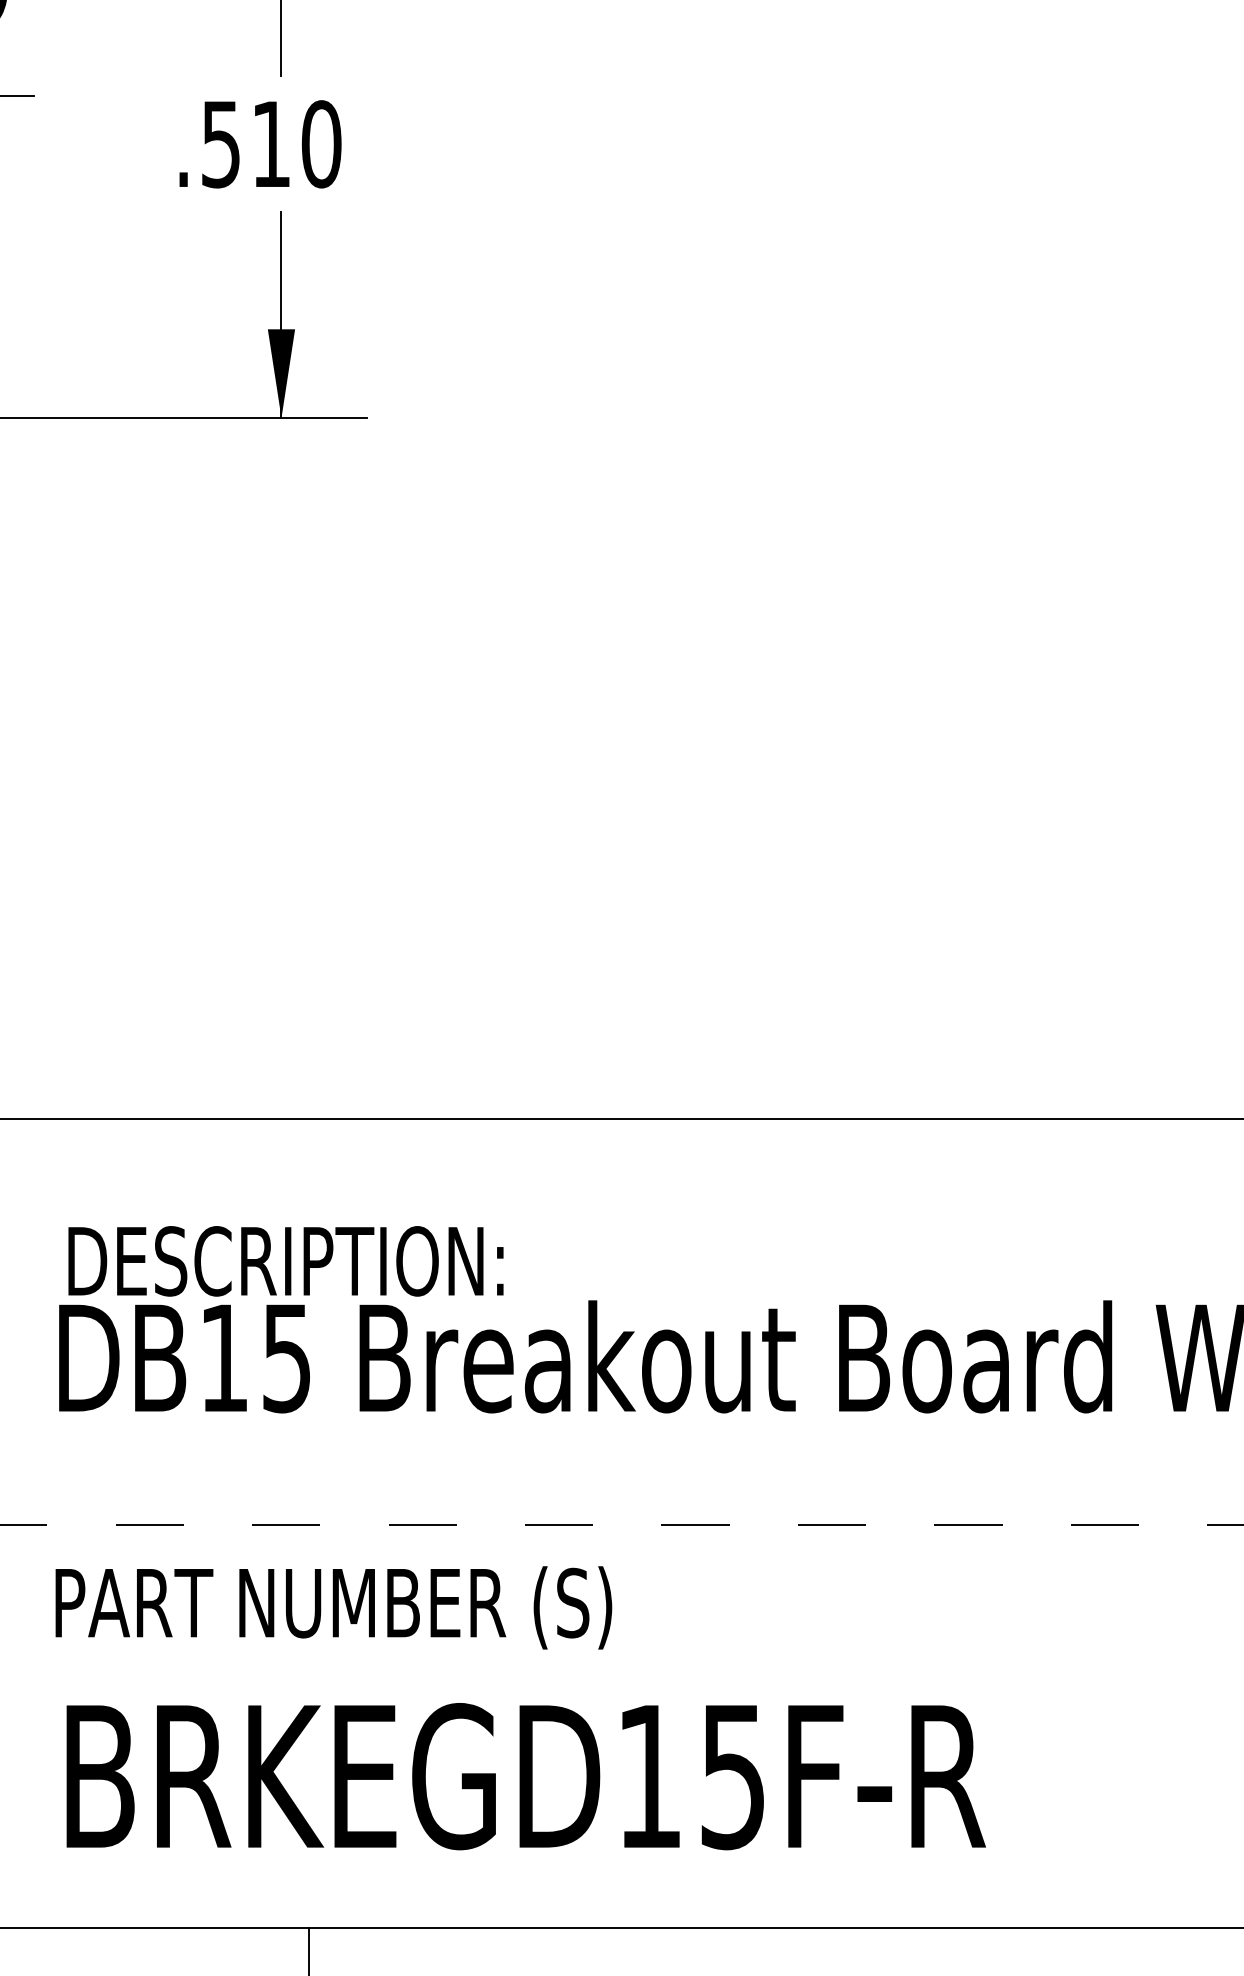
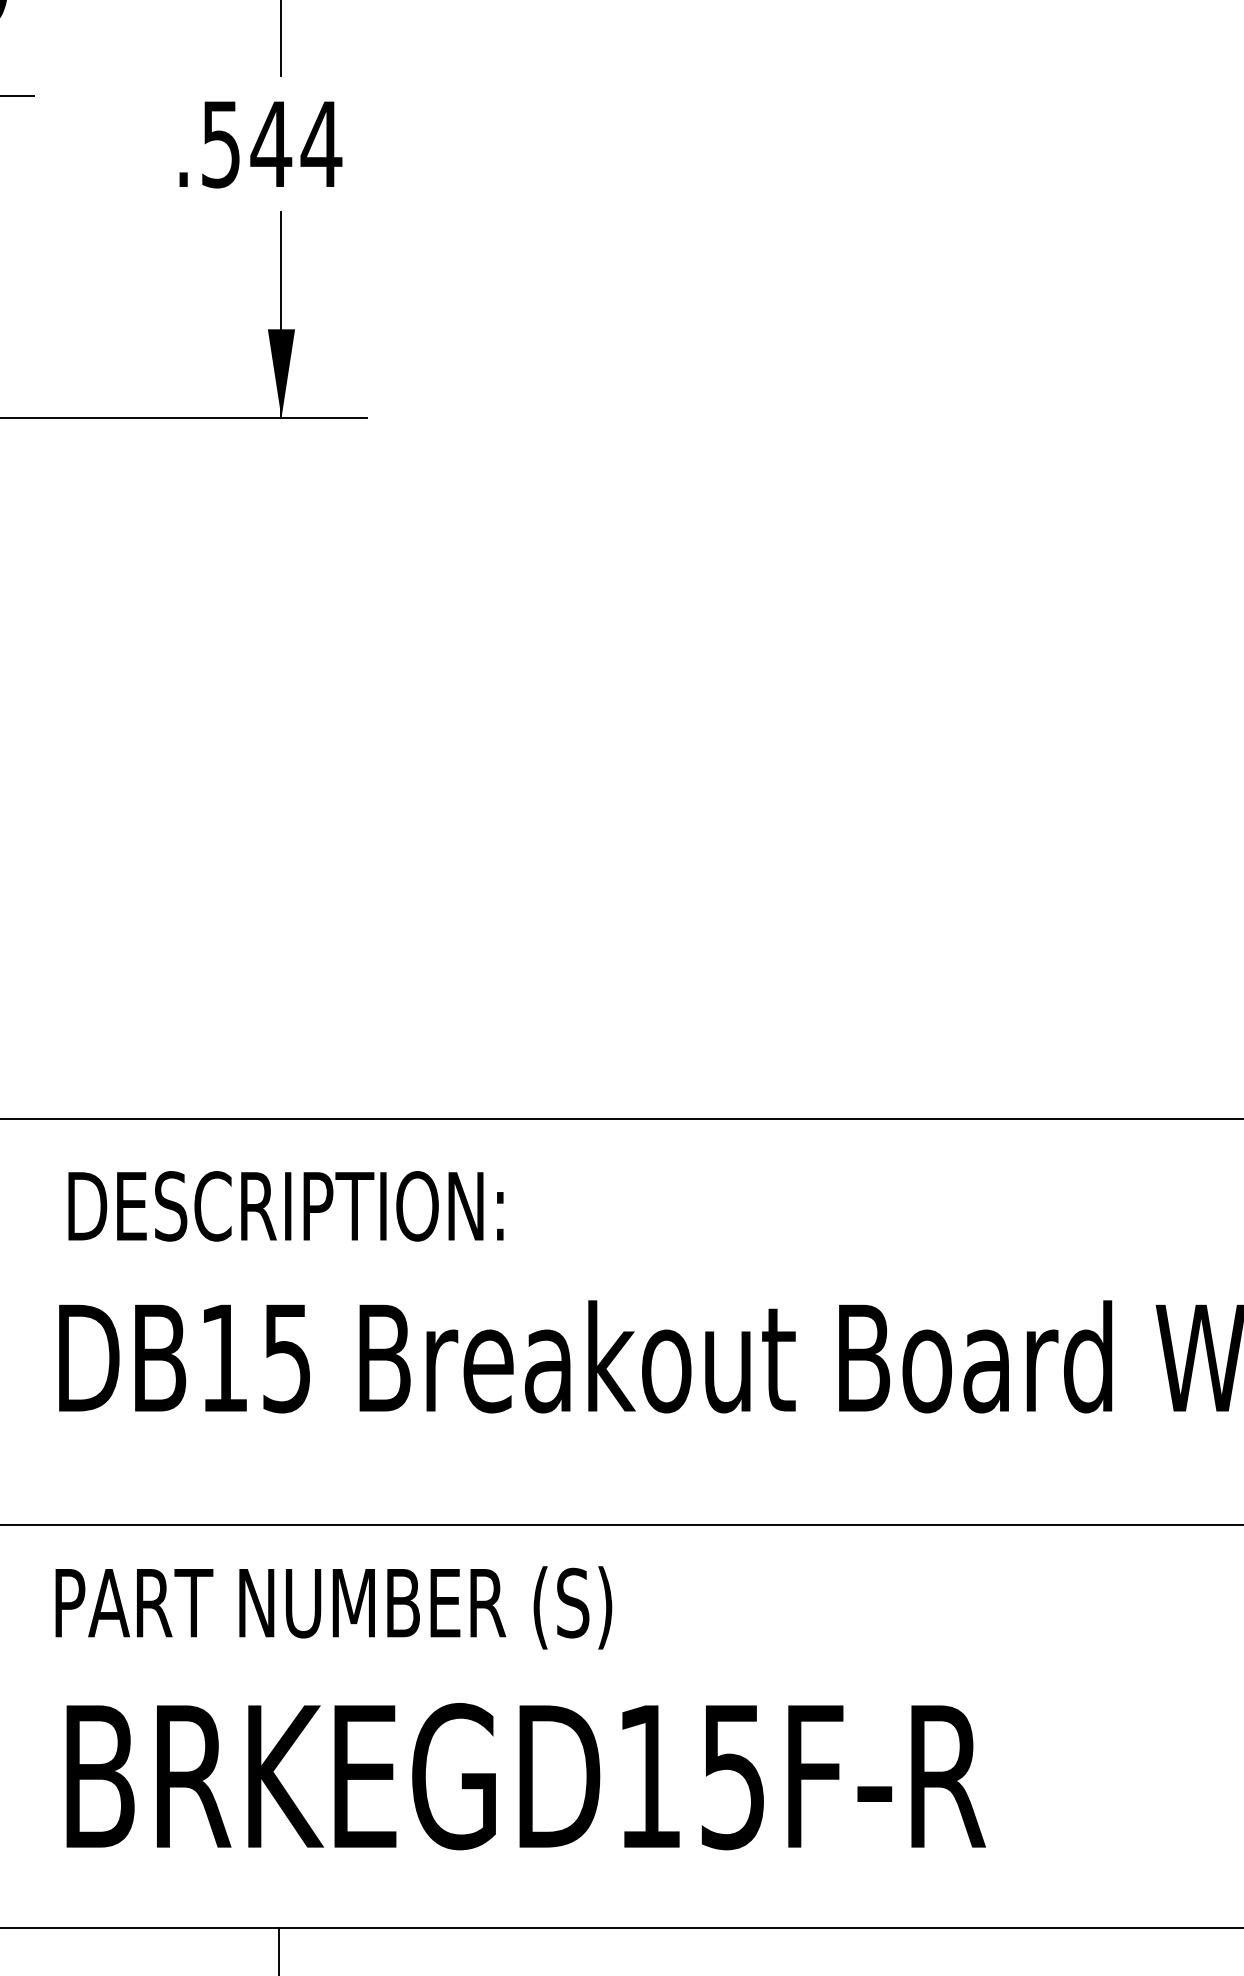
text at (296, 144): .510 -> .544
text at (285, 1261) position: (285, 1261) -> (285, 1206)
line at (621, 1524): dashed -> solid
line at (308, 1950) position: (308, 1950) -> (278, 1950)
